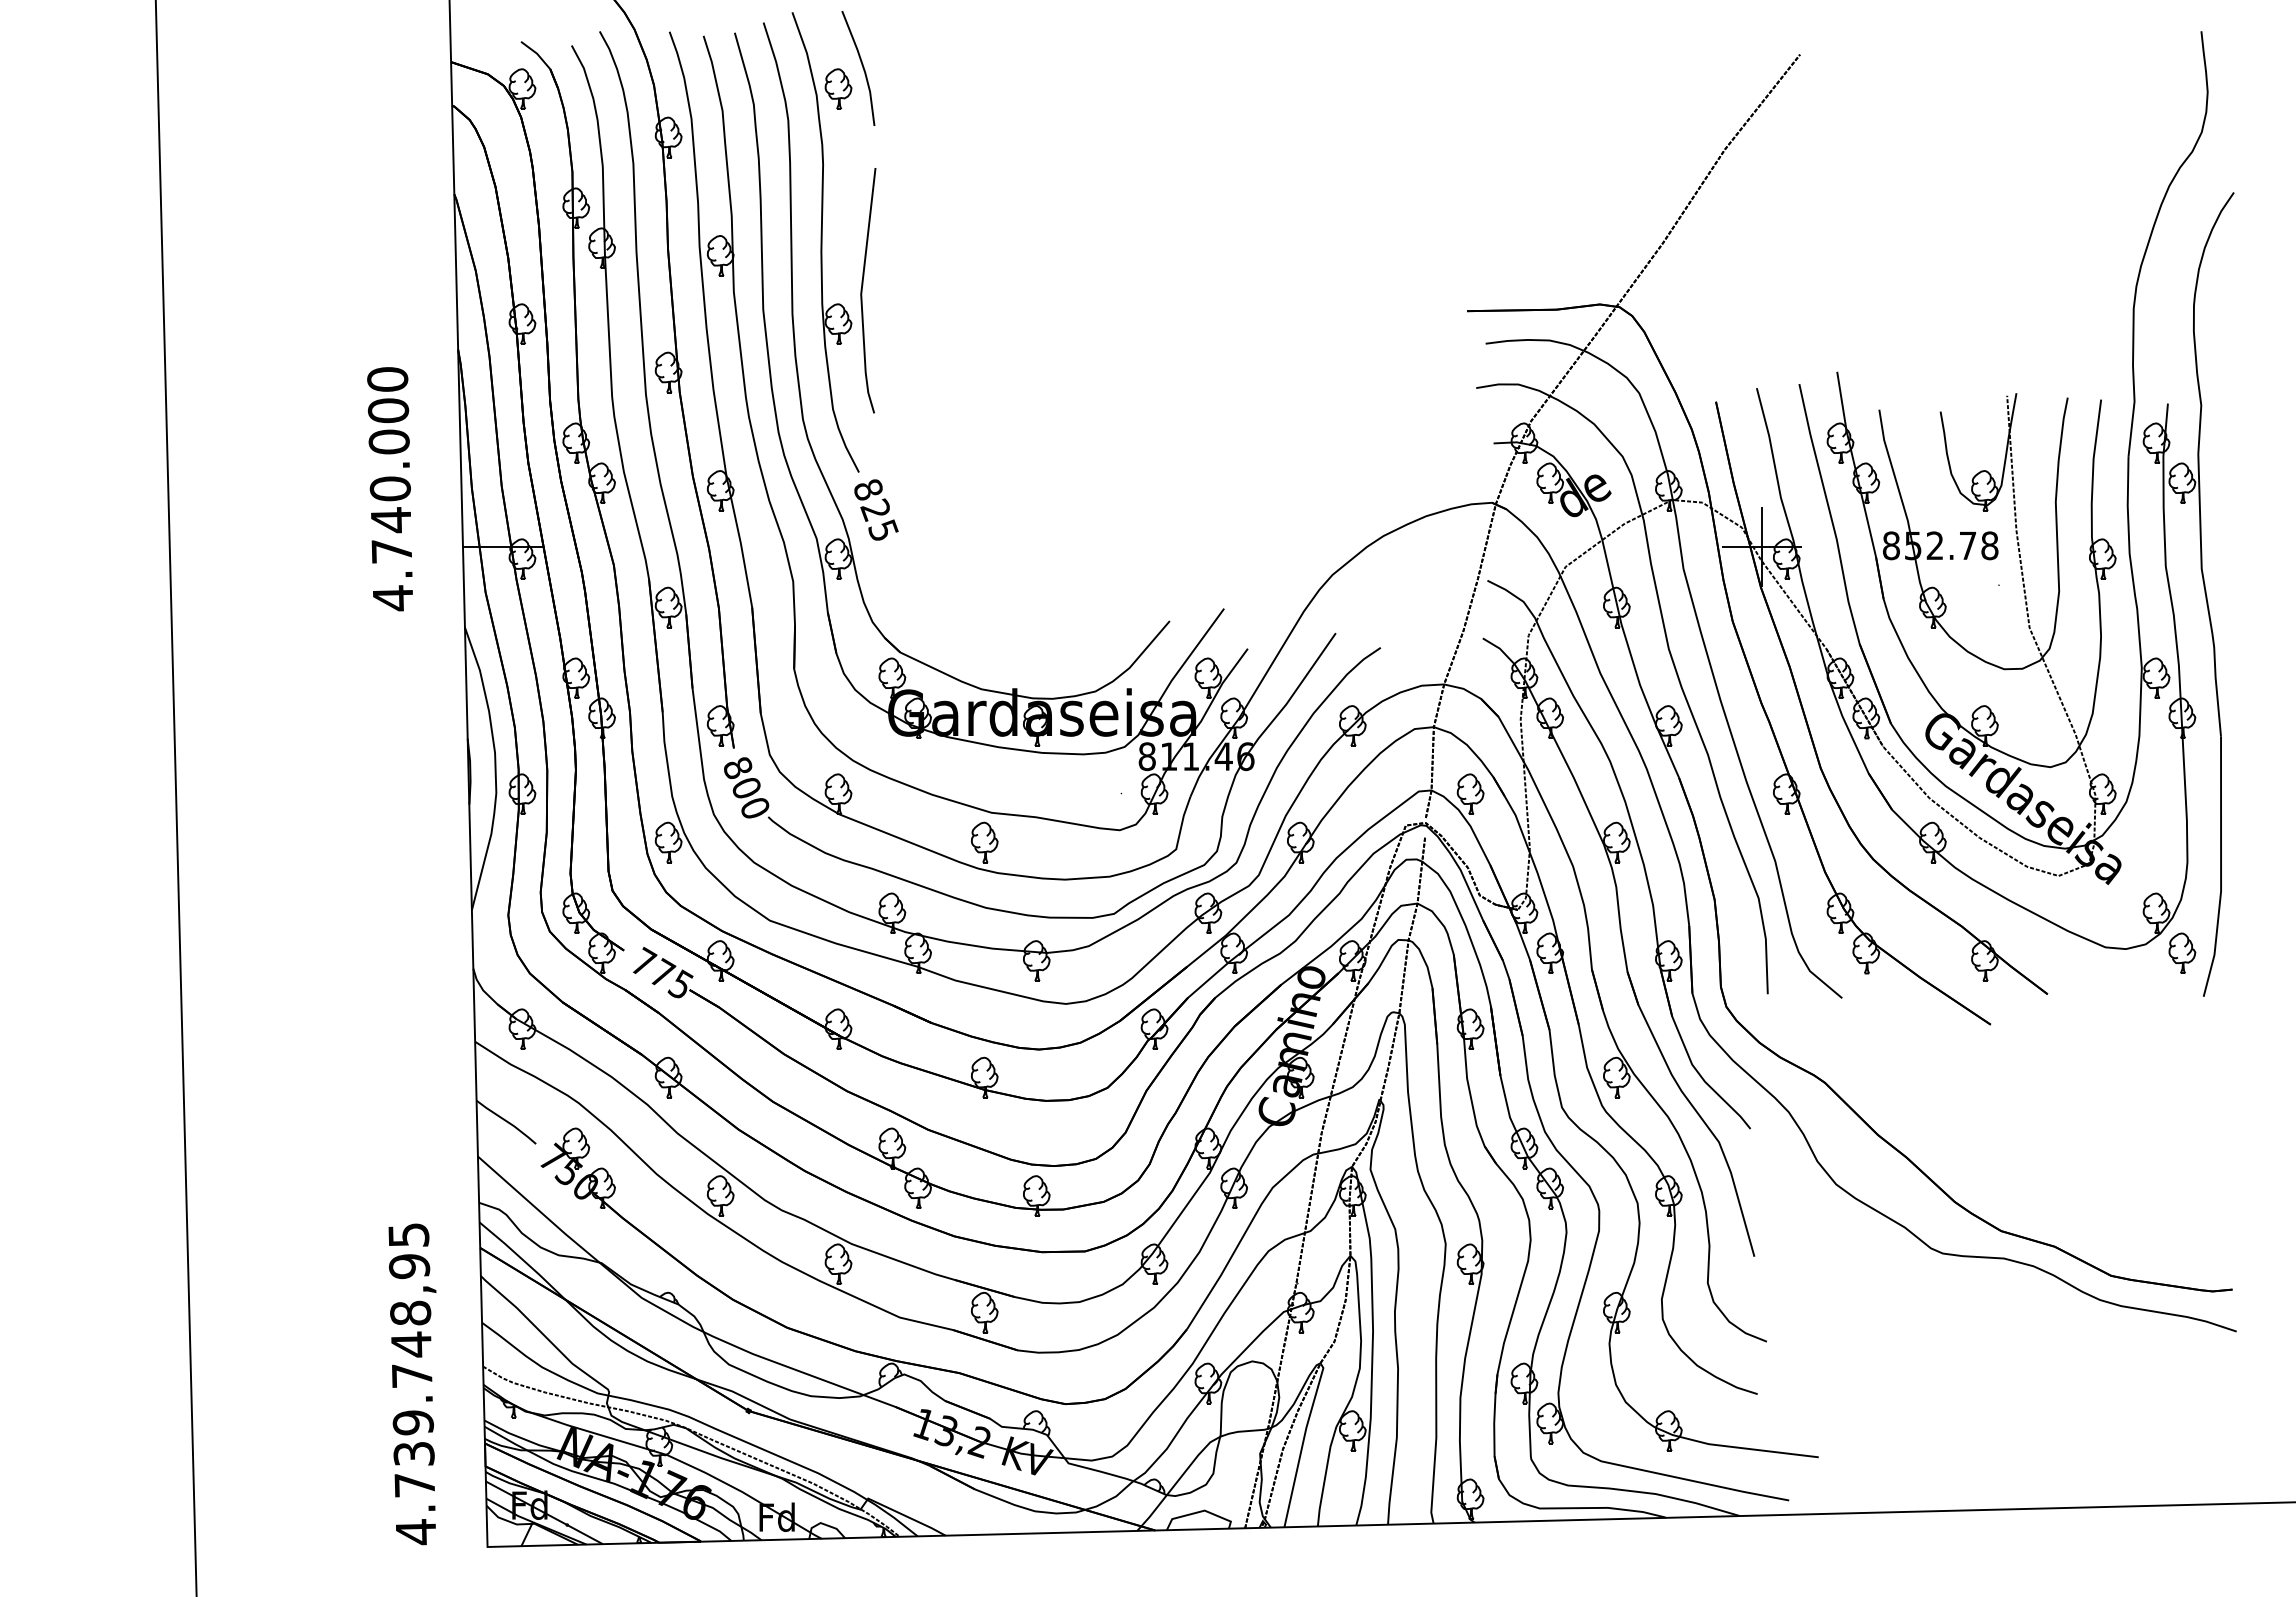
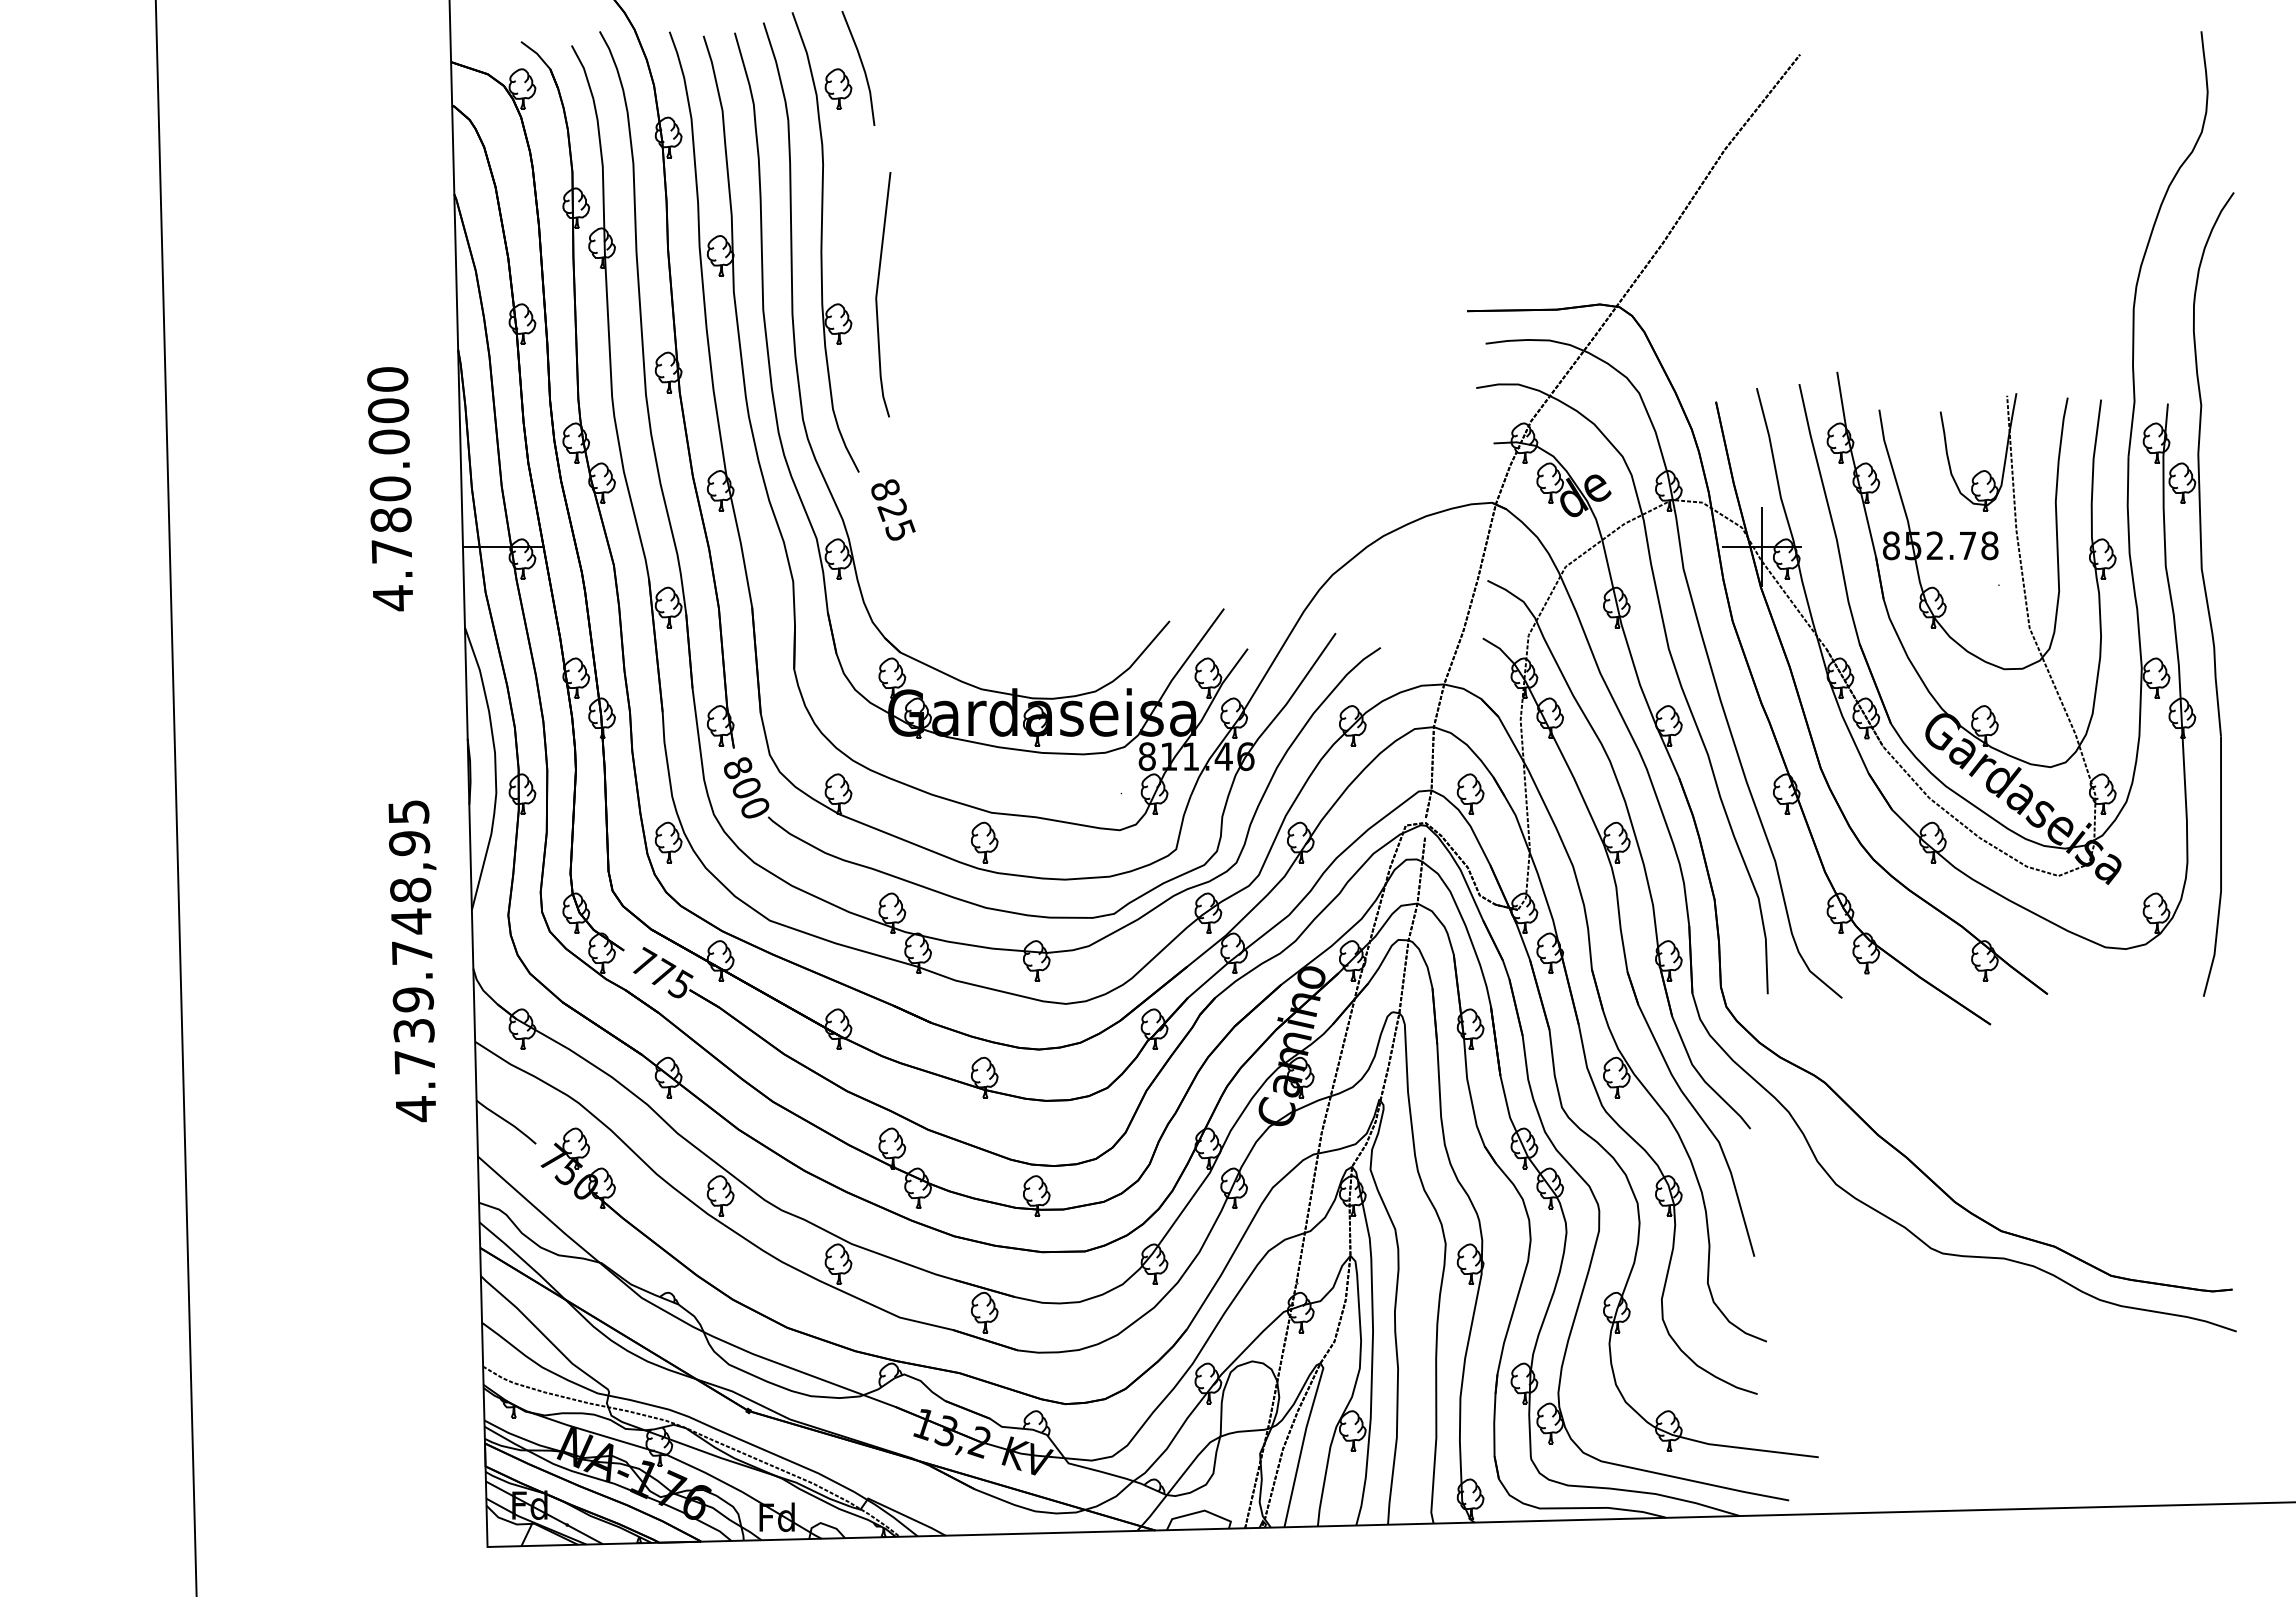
line at (862, 290) position: (862, 290) -> (877, 294)
text at (876, 509) position: (876, 509) -> (893, 509)
text at (390, 520): 4.740.000 -> 4.780.000
part at (2182, 952): present -> none
text at (412, 1384) position: (412, 1384) -> (412, 961)
